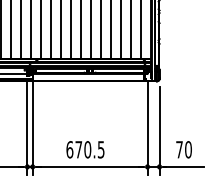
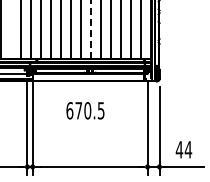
line at (91, 29): solid -> dashed
line at (11, 30): present -> none
text at (85, 149) position: (85, 149) -> (85, 110)
text at (183, 149): 70 -> 44
